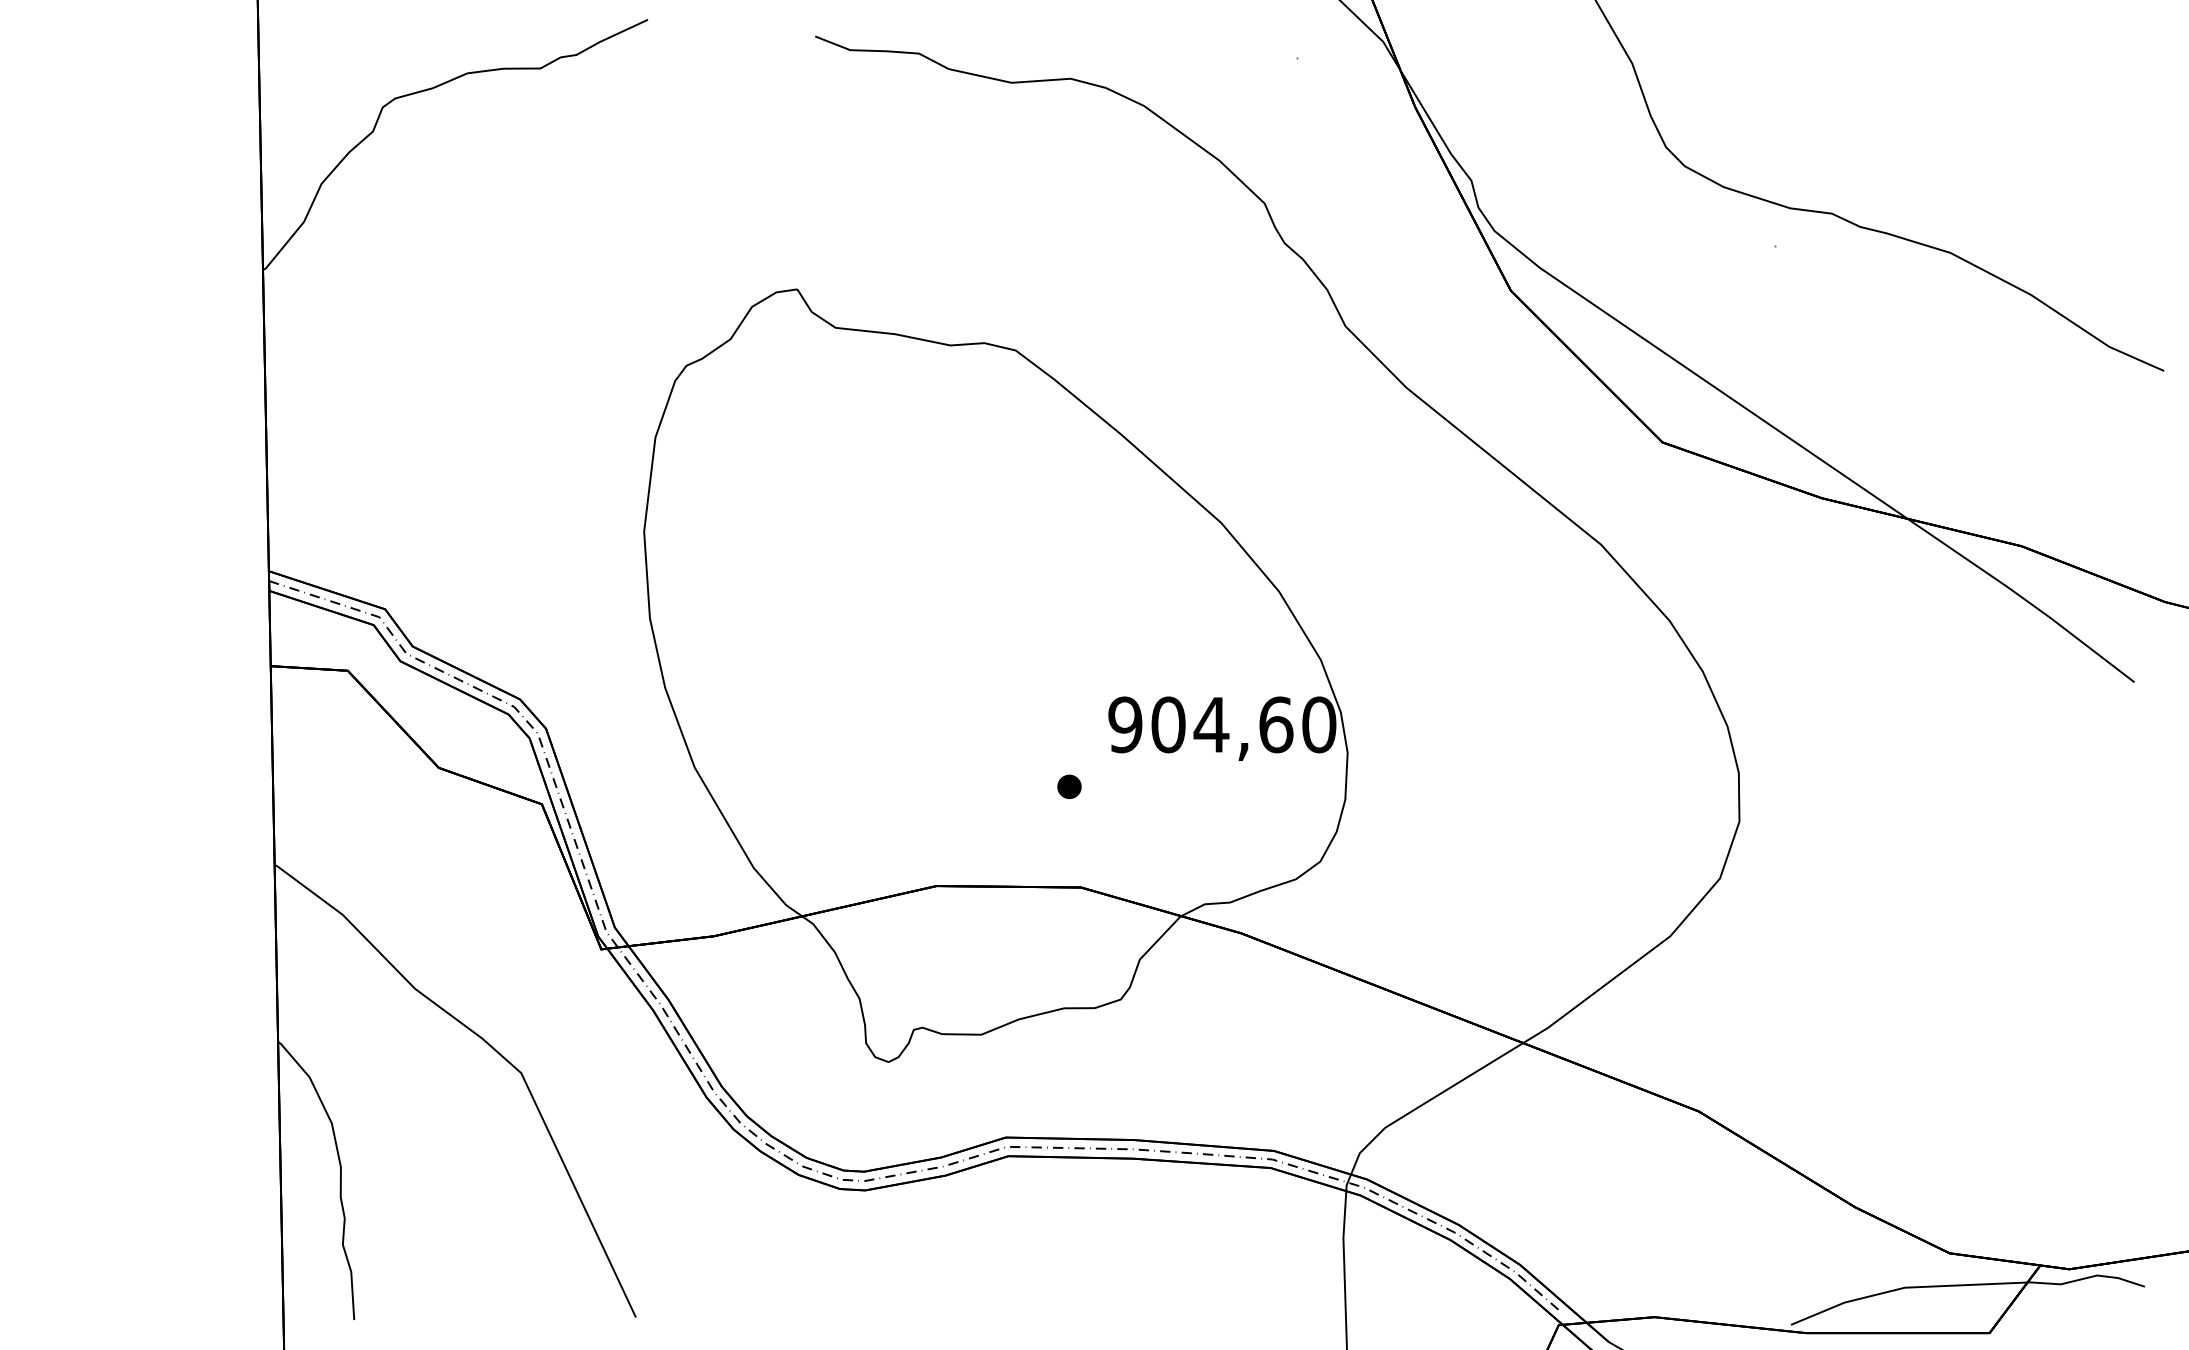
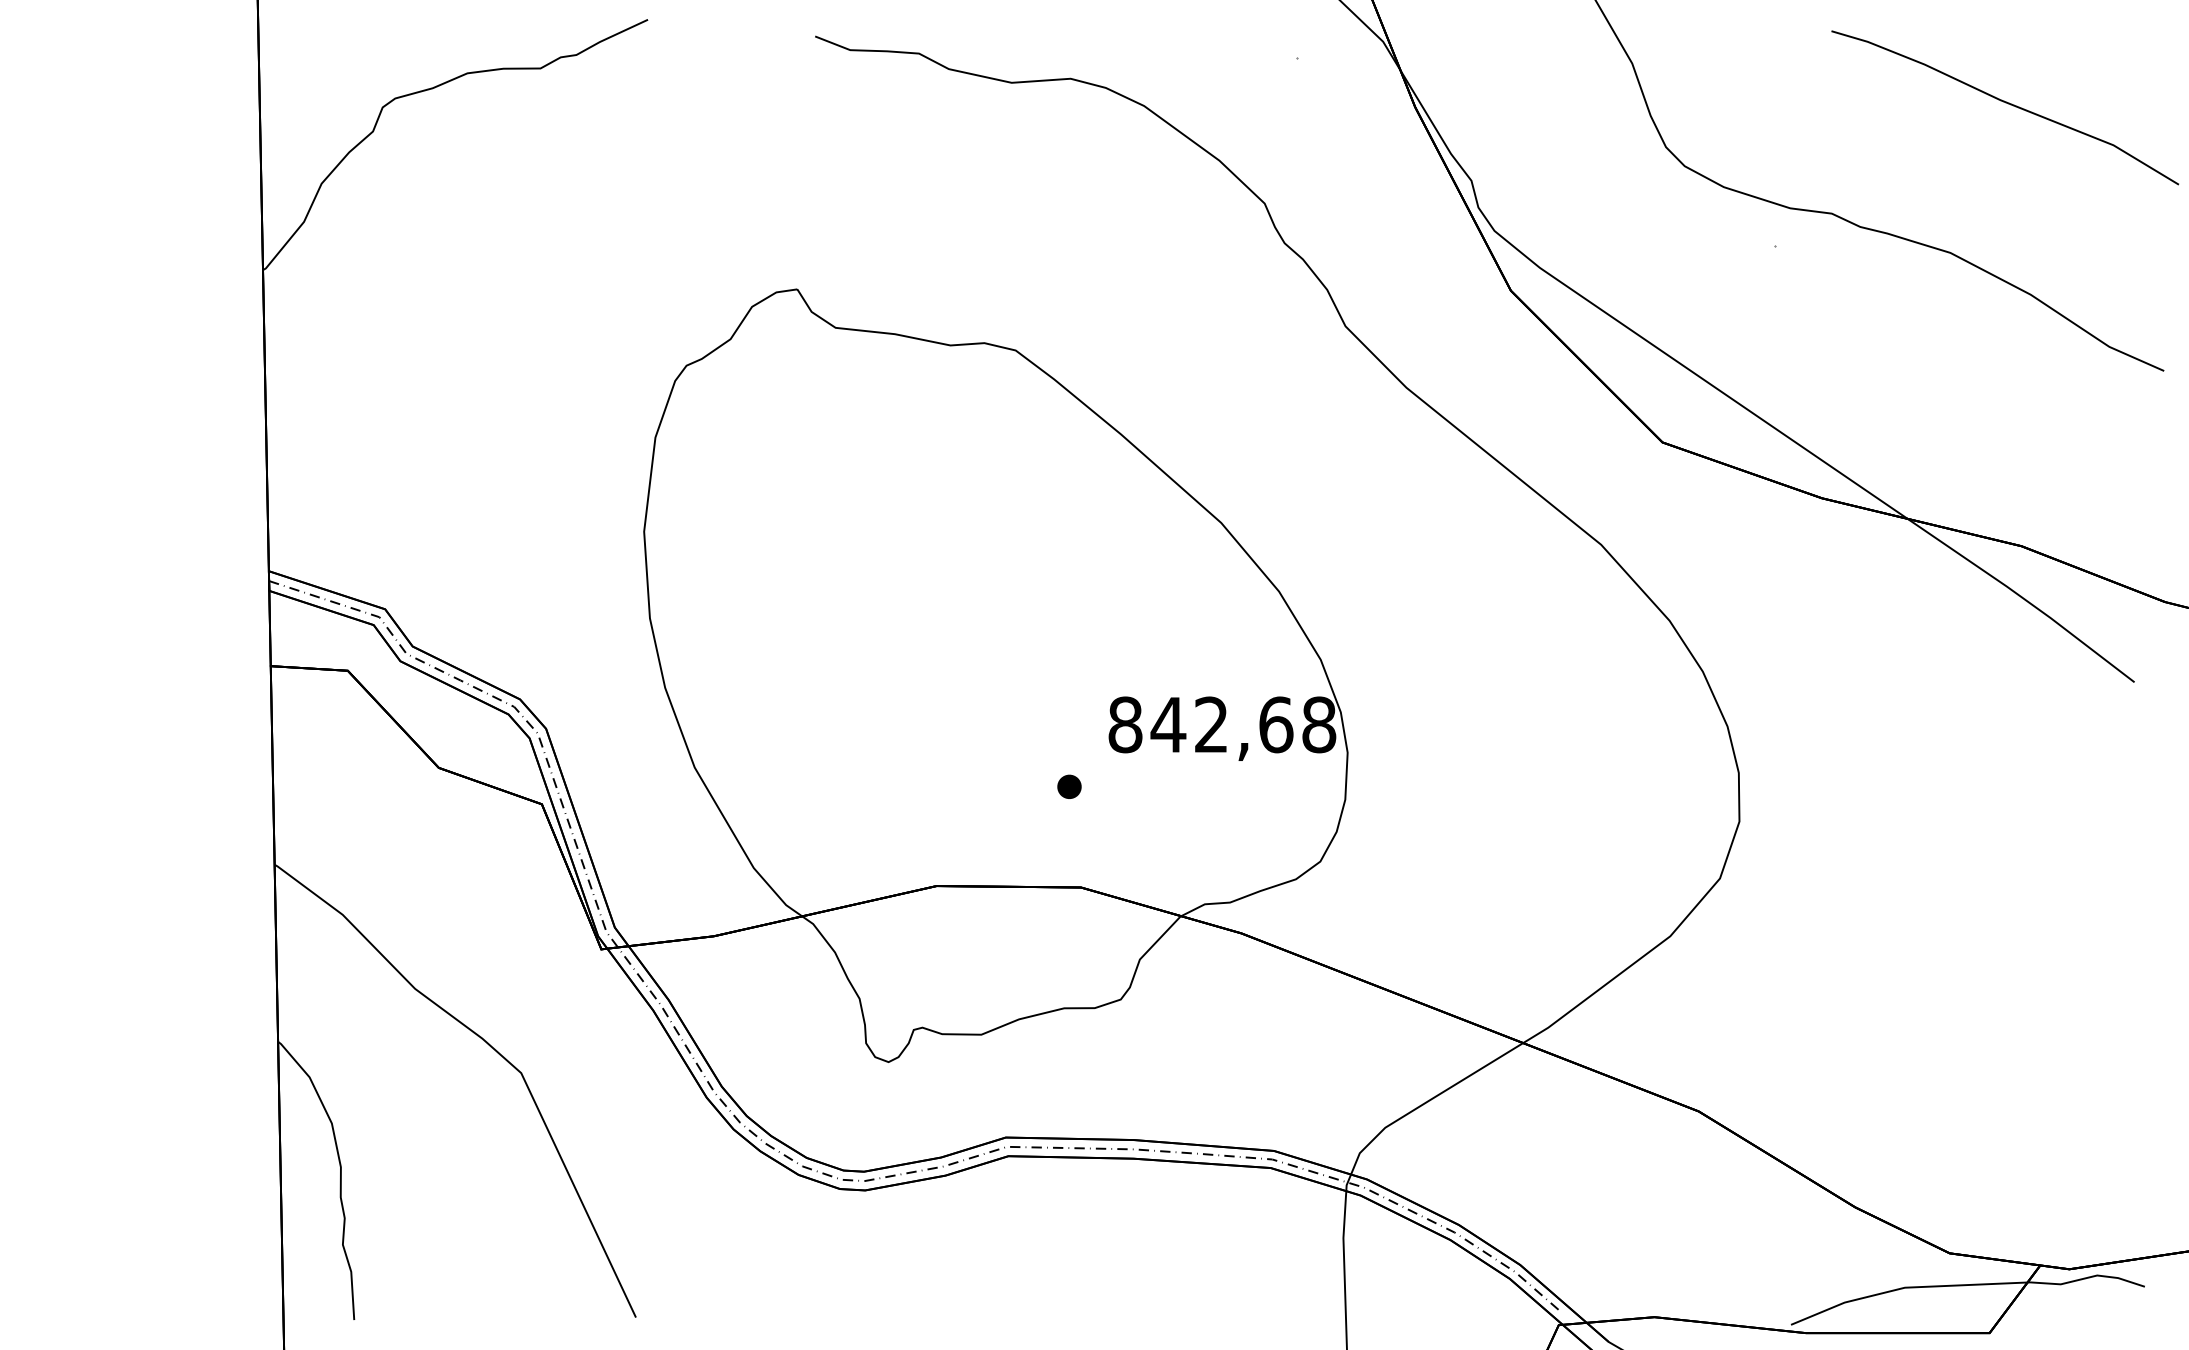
curve at (2005, 103): none -> present
text at (1222, 724): 904,60 -> 842,68
